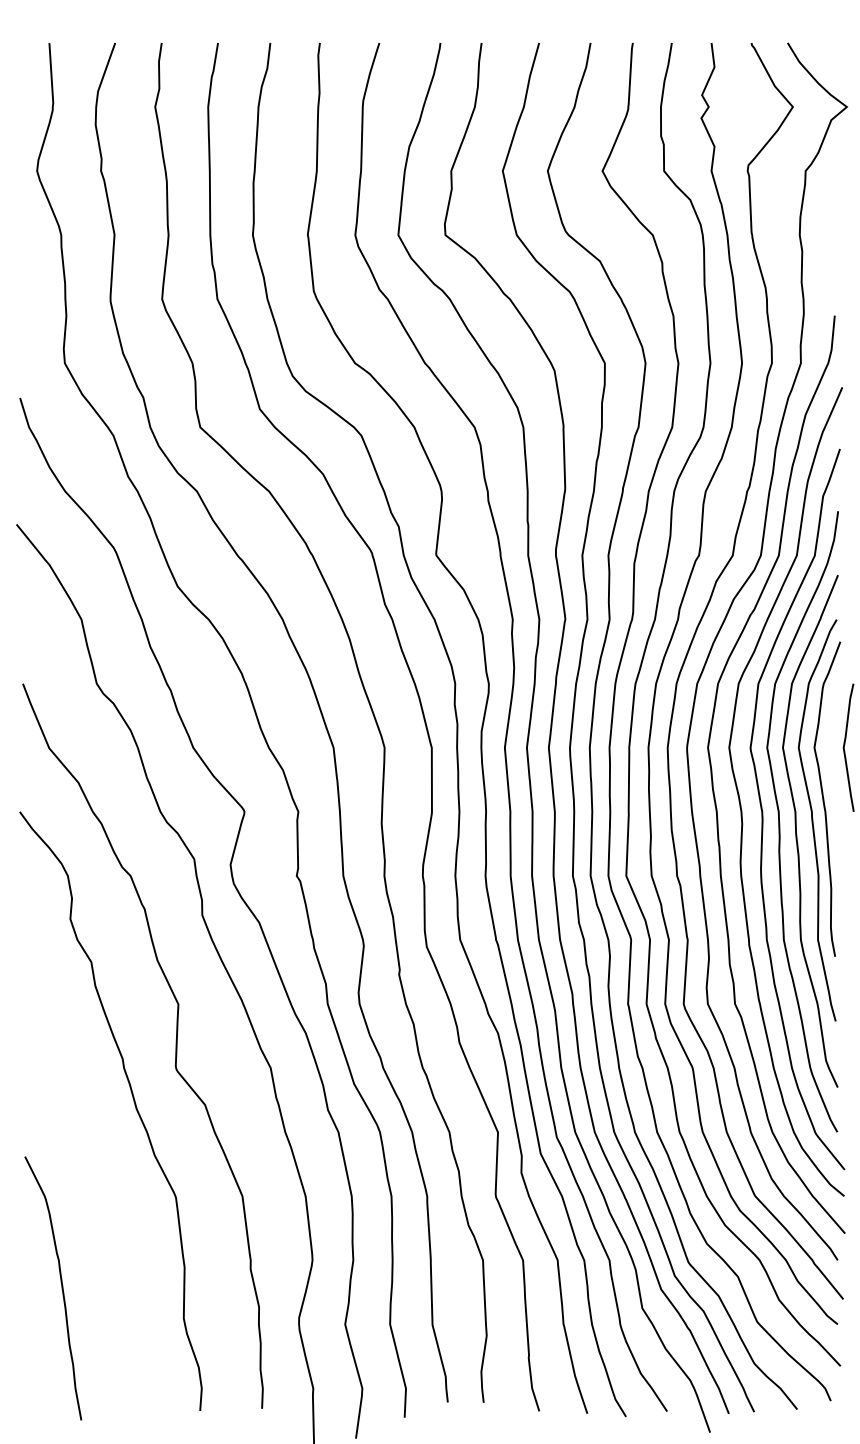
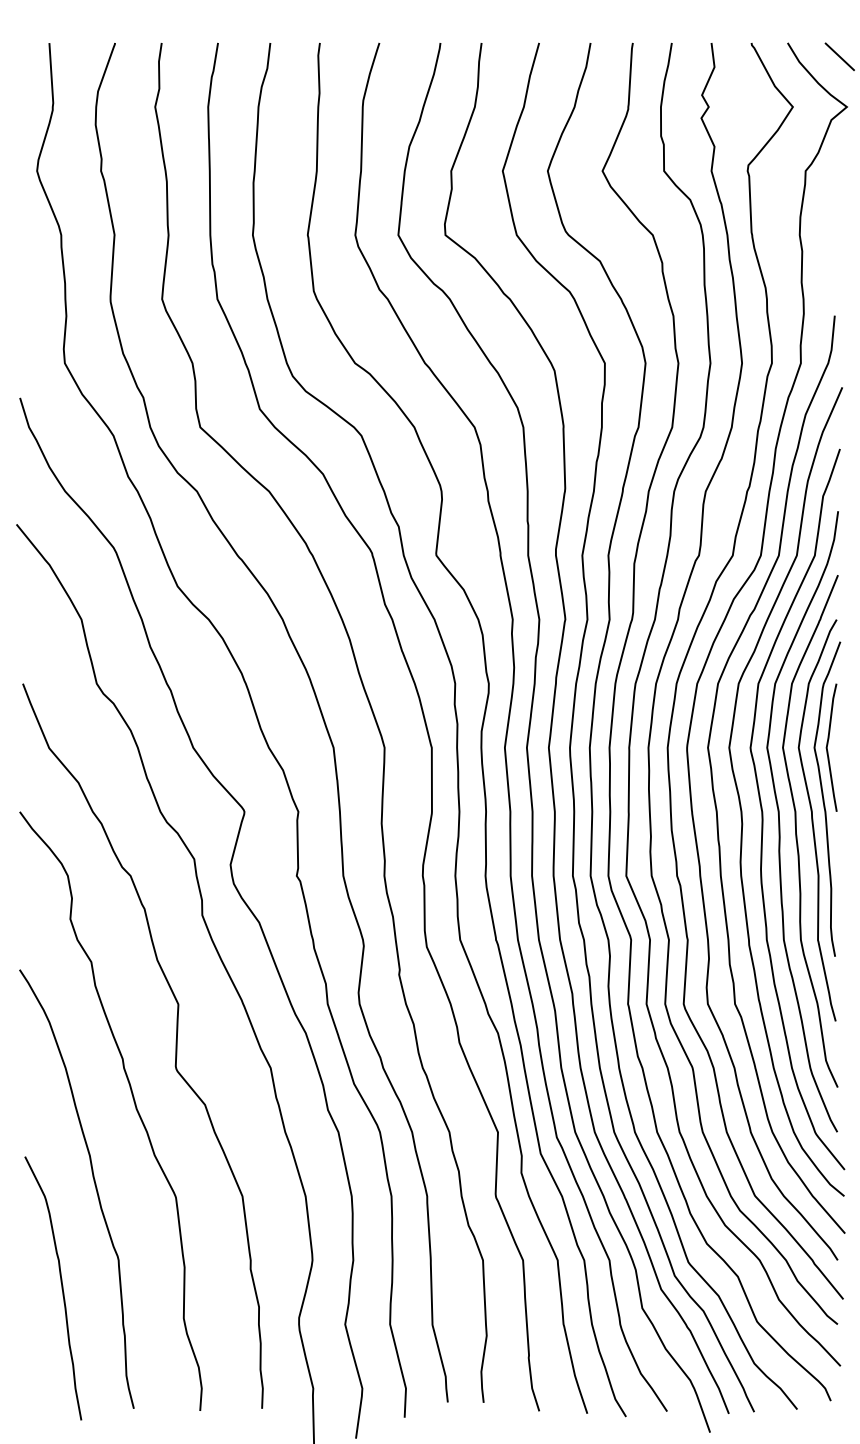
line at (839, 56): none -> present
curve at (844, 747) position: (844, 747) -> (827, 747)
curve at (94, 1185): none -> present
